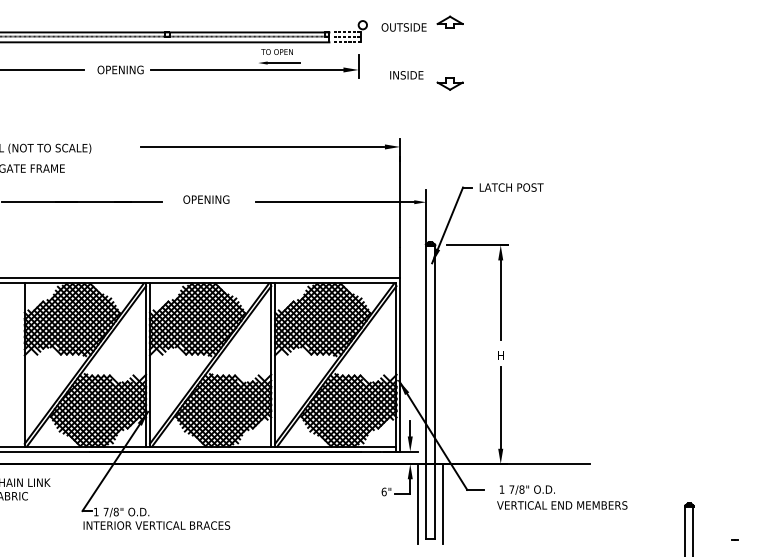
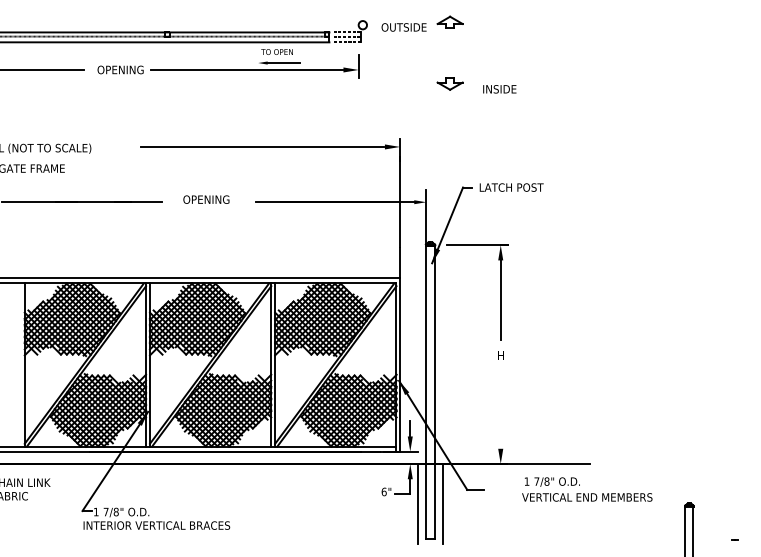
text at (406, 75) position: (406, 75) -> (499, 89)
line at (500, 407): present -> none
text at (562, 497) position: (562, 497) -> (587, 489)
